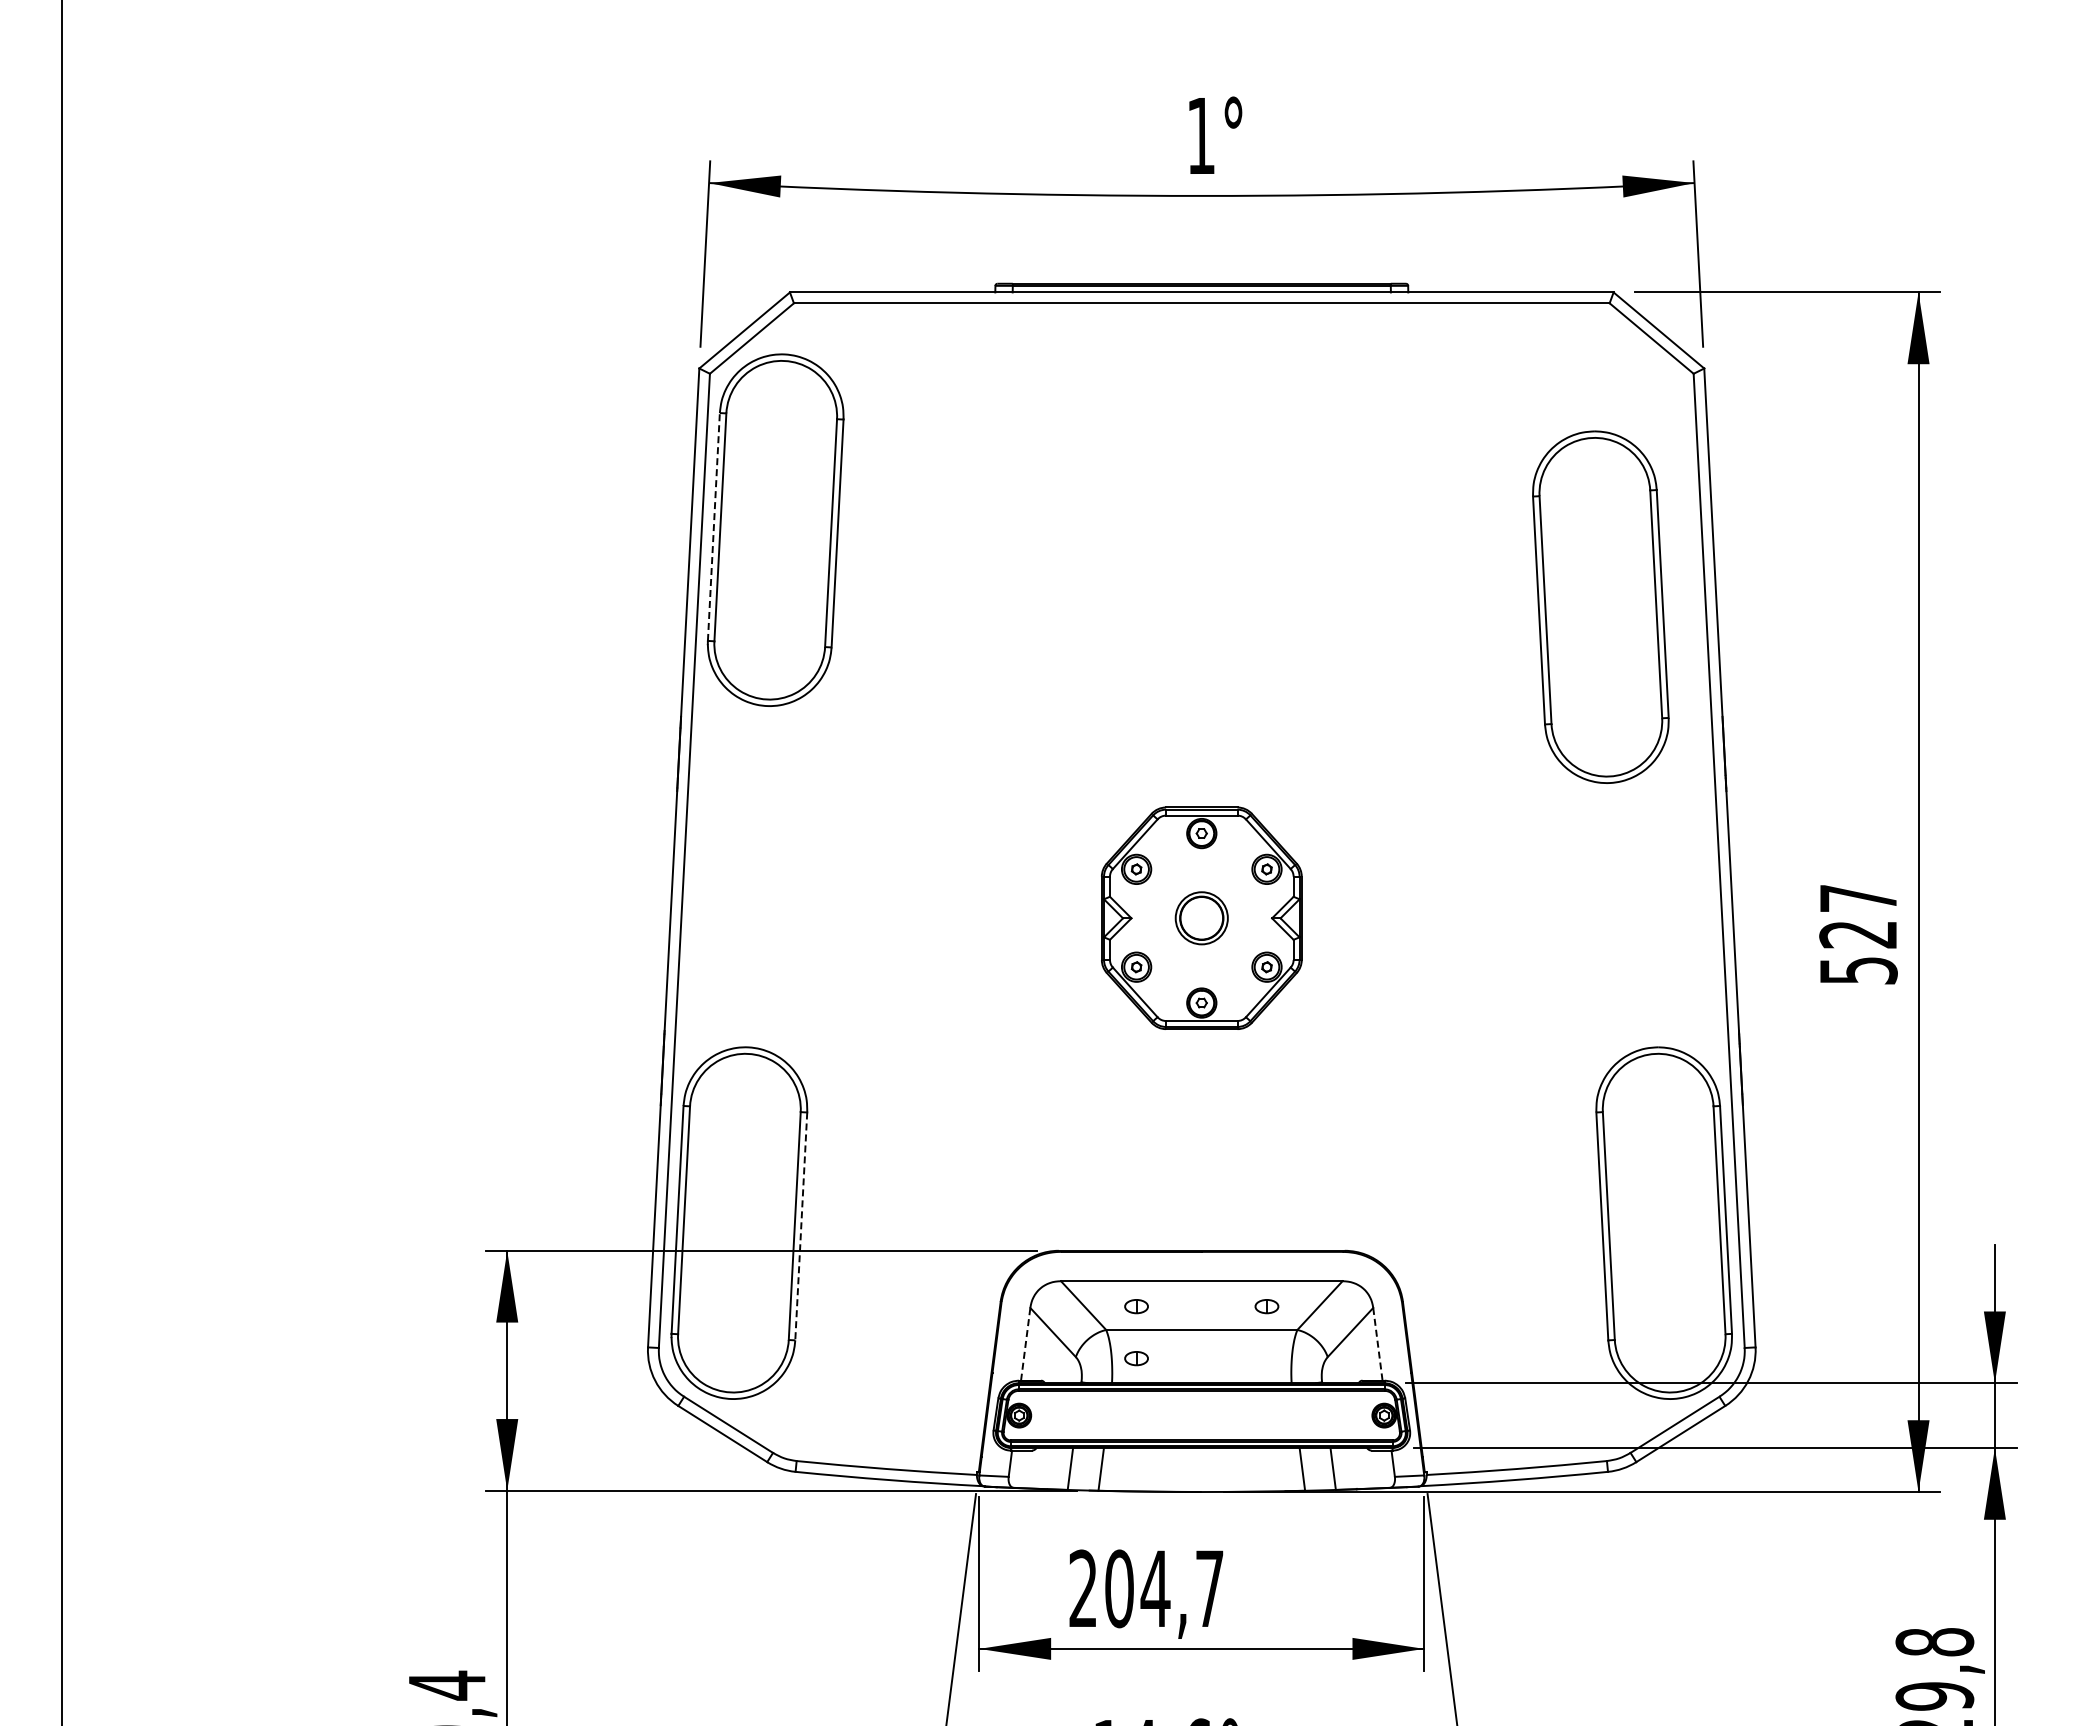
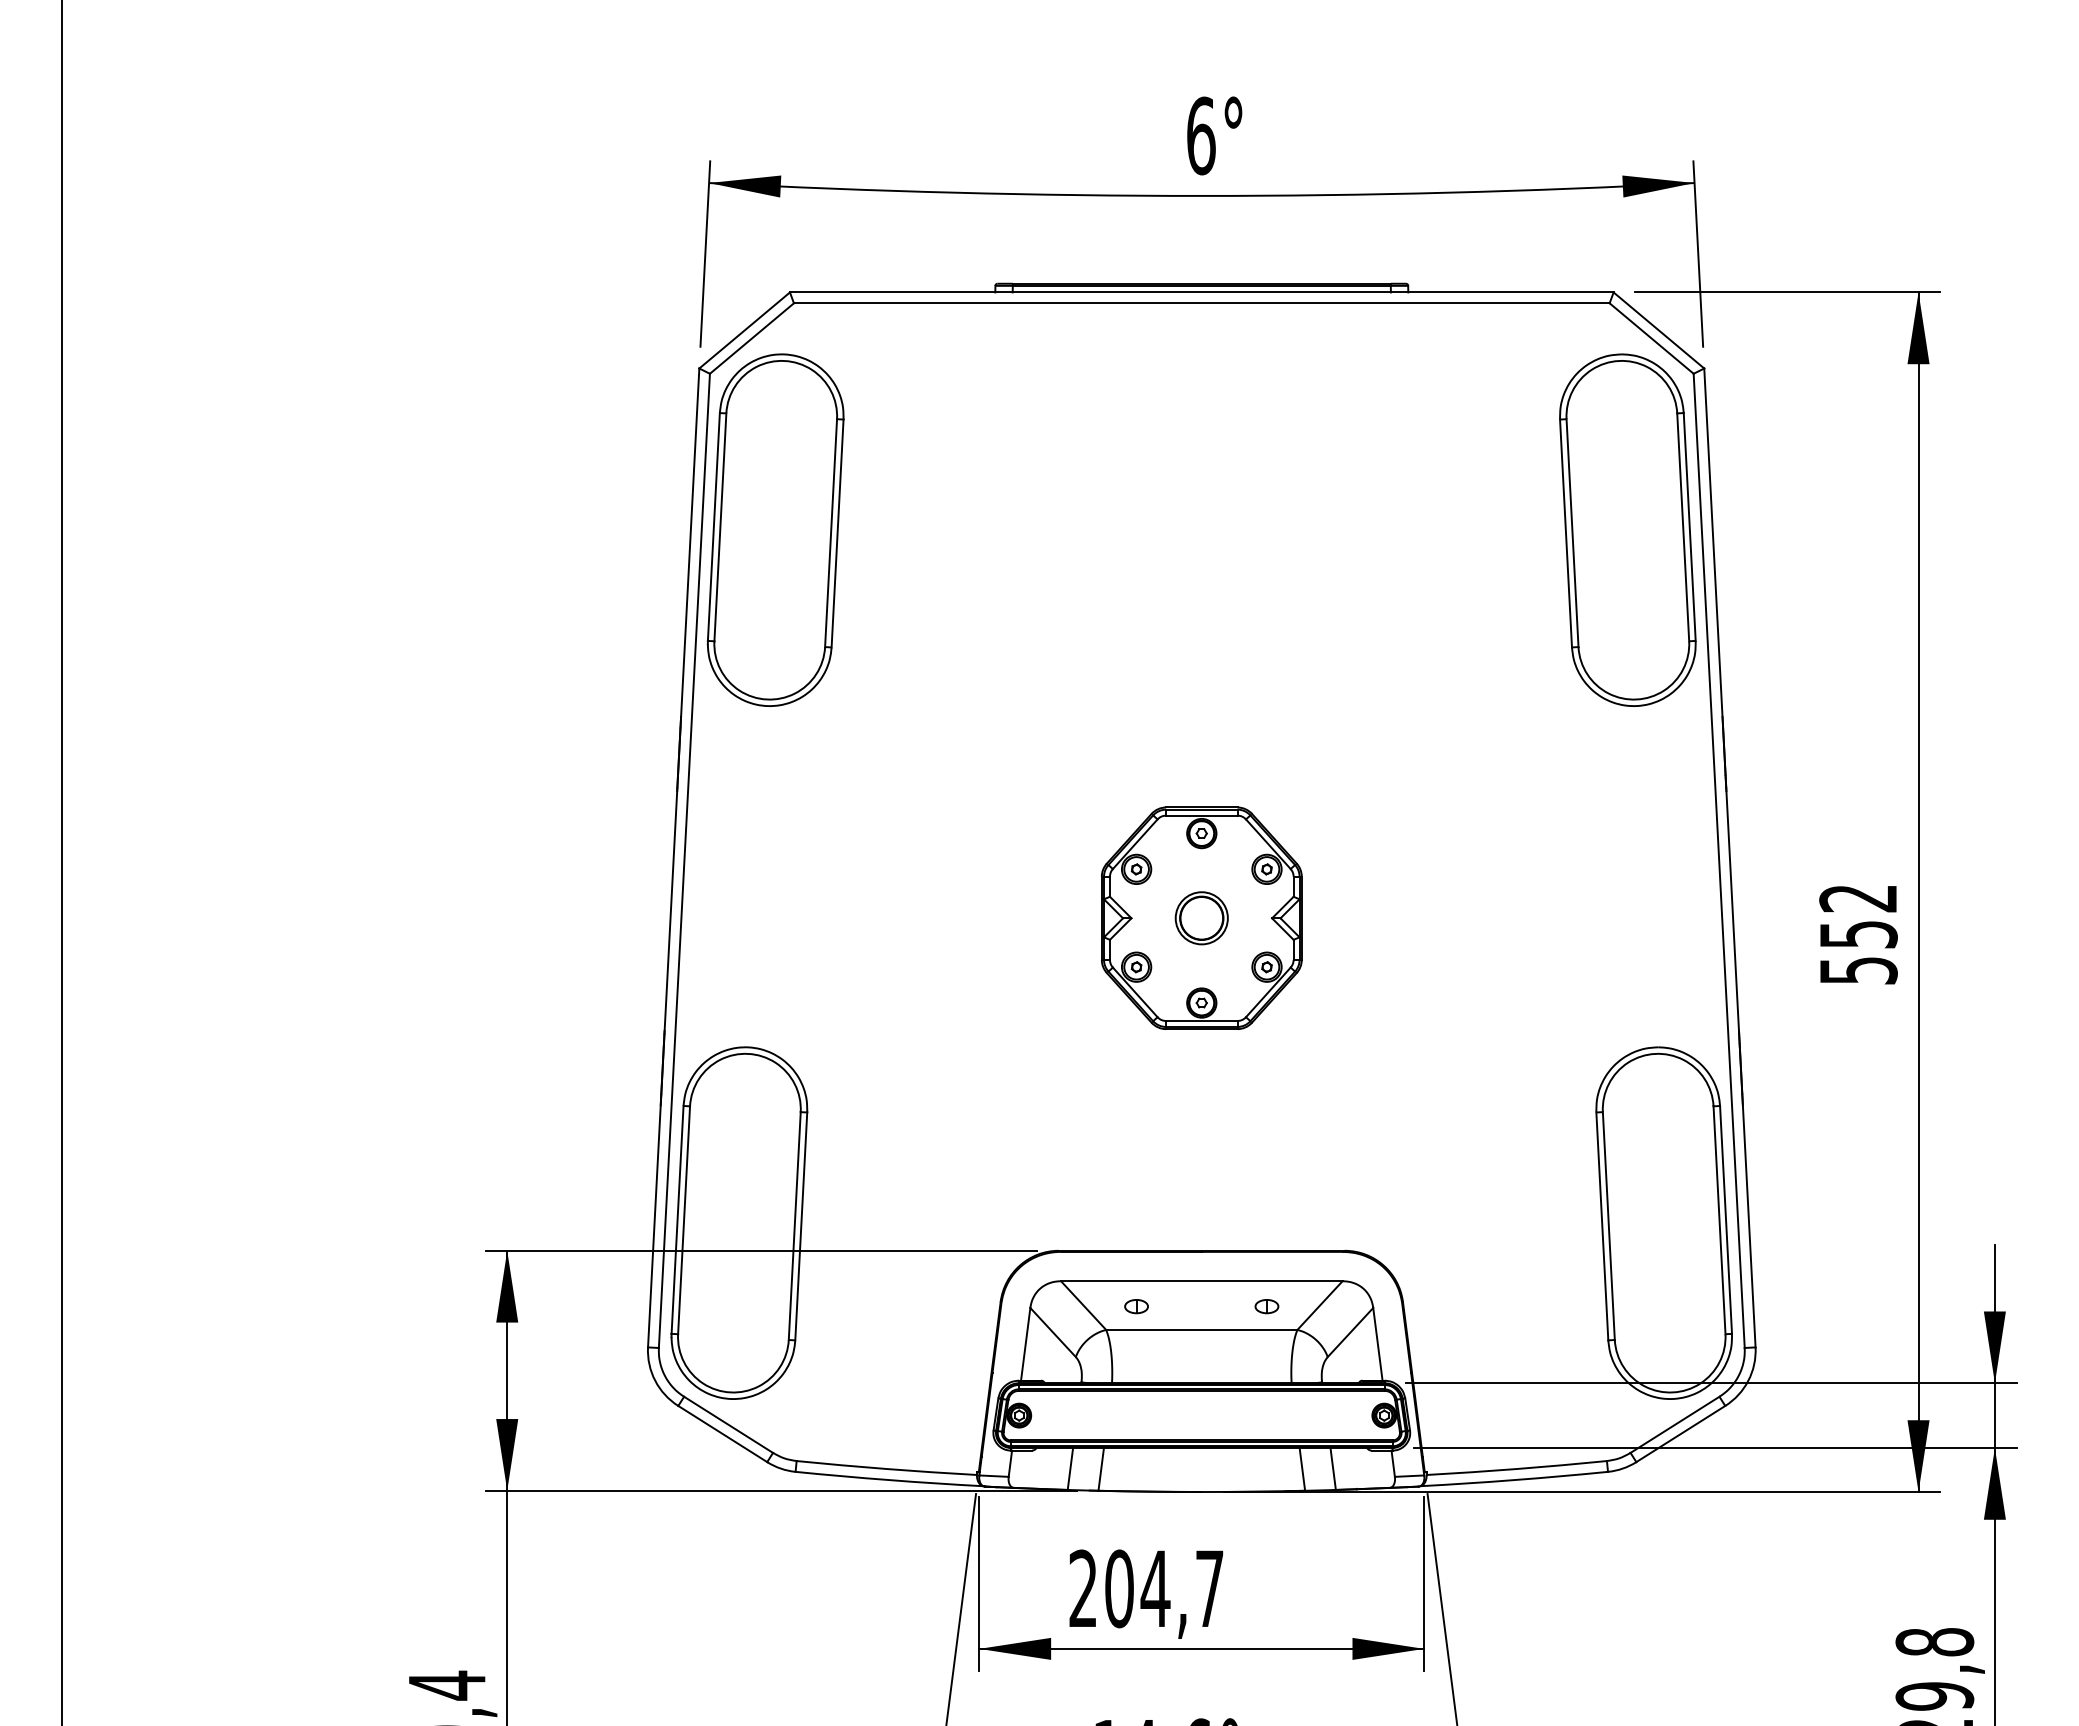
text at (1201, 135): 1° -> 6°
line at (713, 526): dashed -> solid
part at (1600, 606) position: (1600, 606) -> (1627, 529)
text at (1858, 916): 527 -> 552
line at (801, 1226): dashed -> solid
line at (1025, 1344): dashed -> solid
line at (1377, 1344): dashed -> solid
part at (1136, 1358): present -> none
